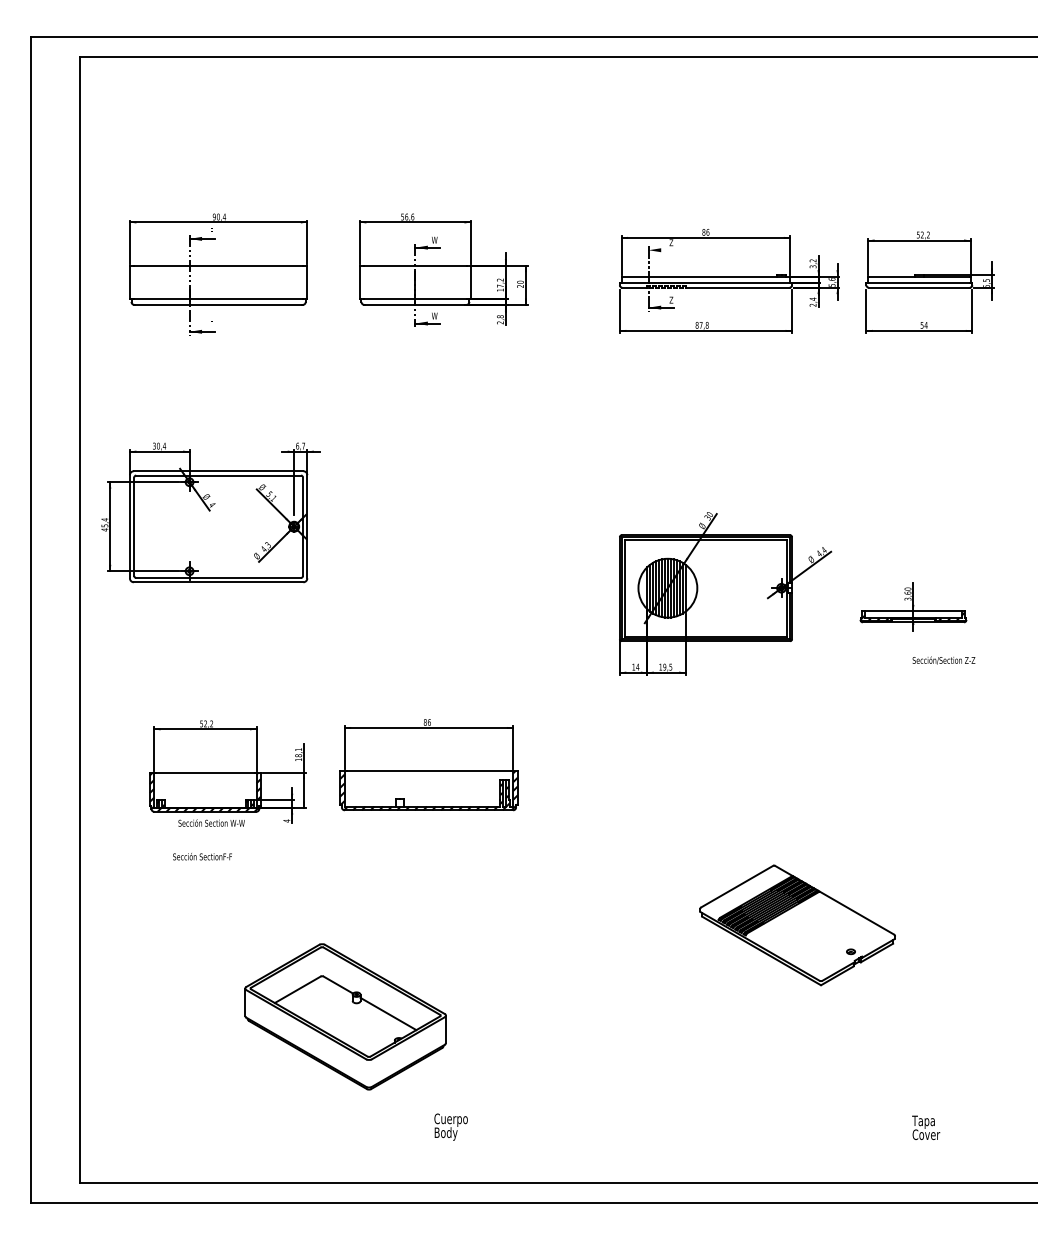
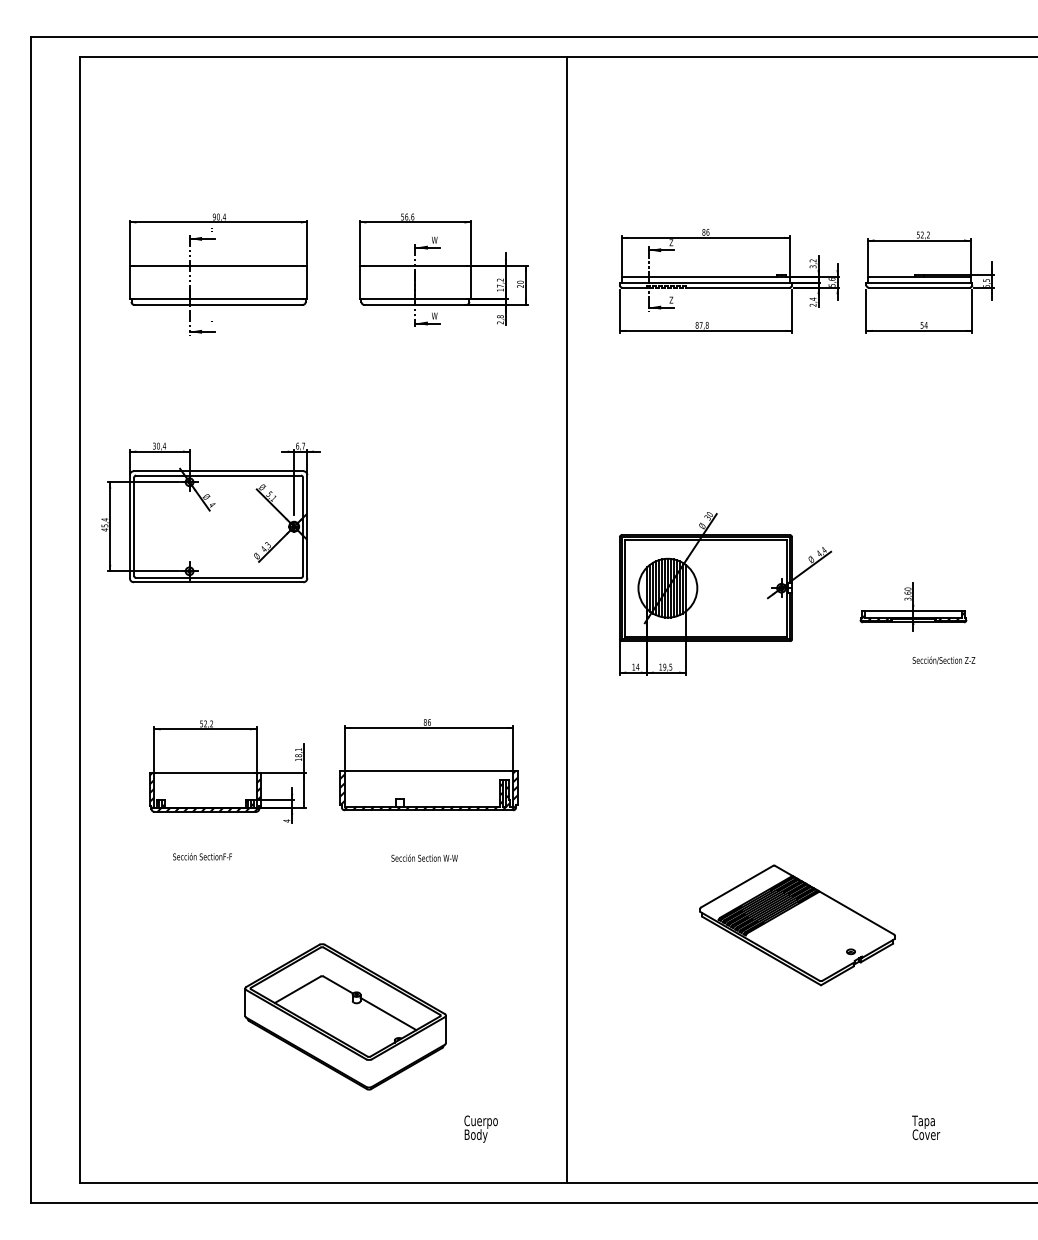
line at (660, 250): none -> present
line at (566, 619): none -> present
text at (211, 822) position: (211, 822) -> (424, 857)
text at (450, 1126) position: (450, 1126) -> (480, 1128)
